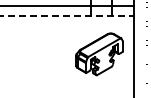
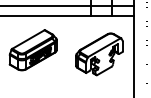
line at (67, 16): dashed -> solid
part at (32, 50): none -> present
